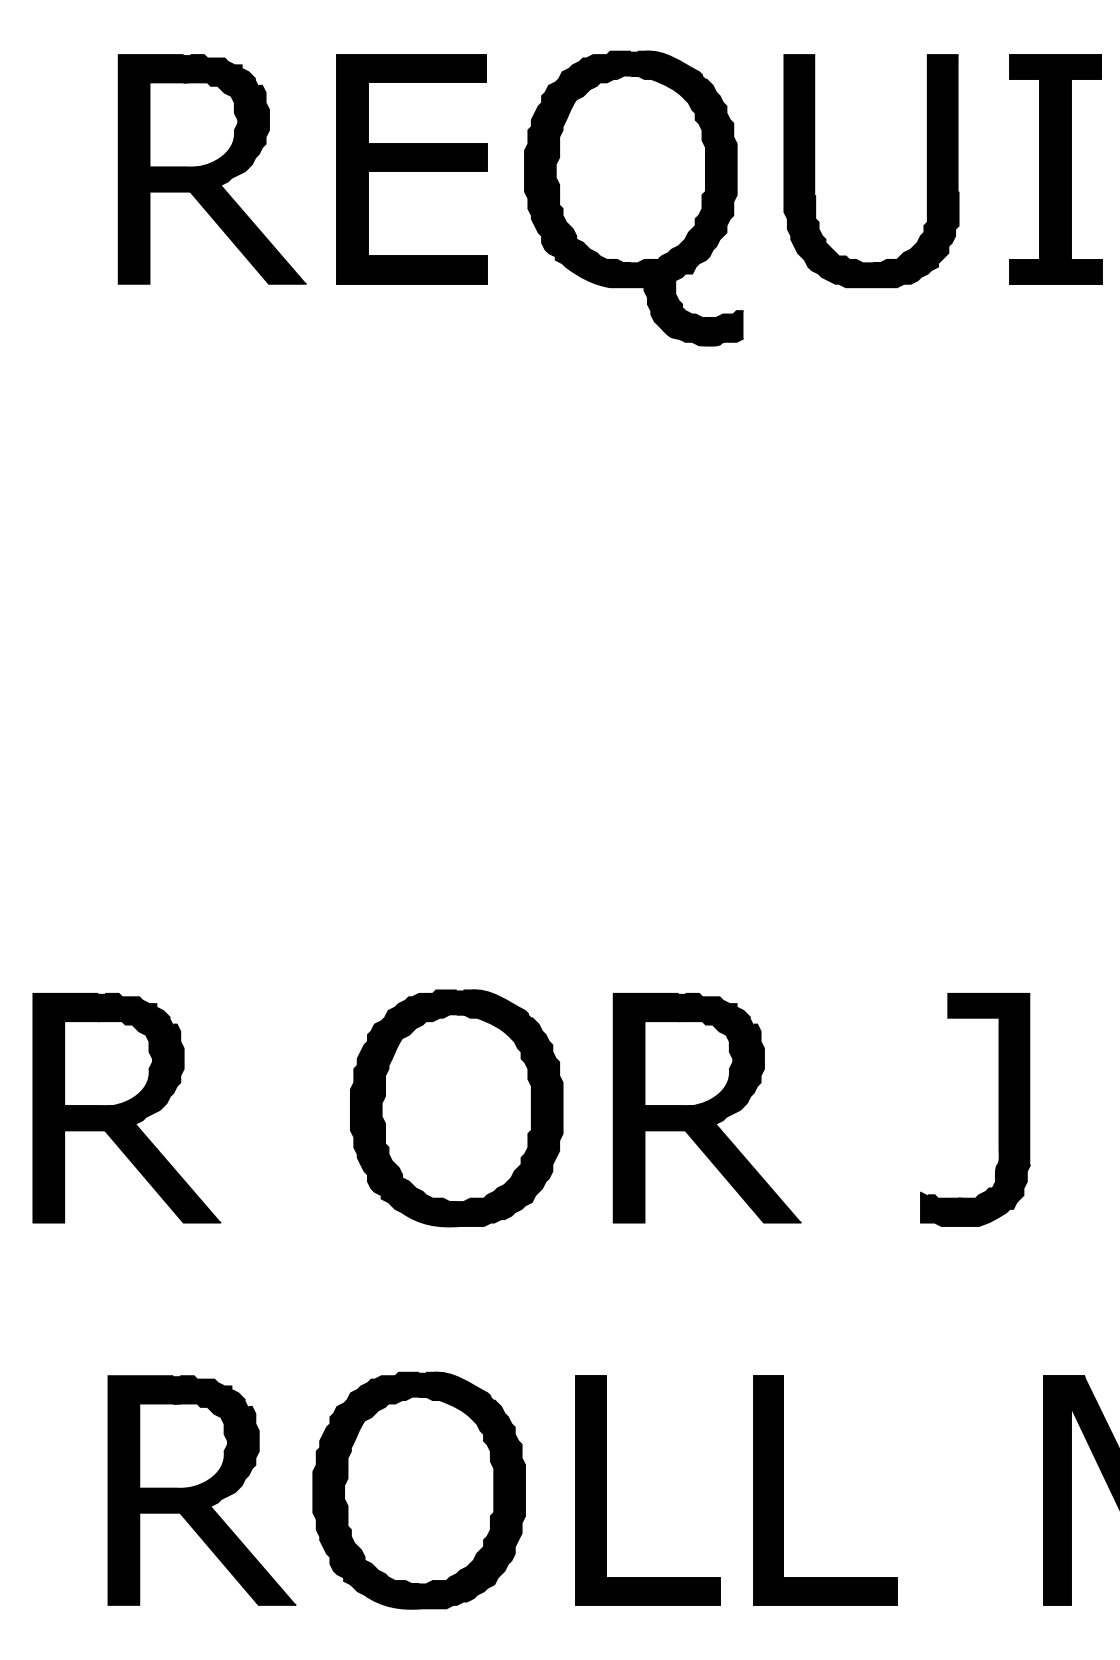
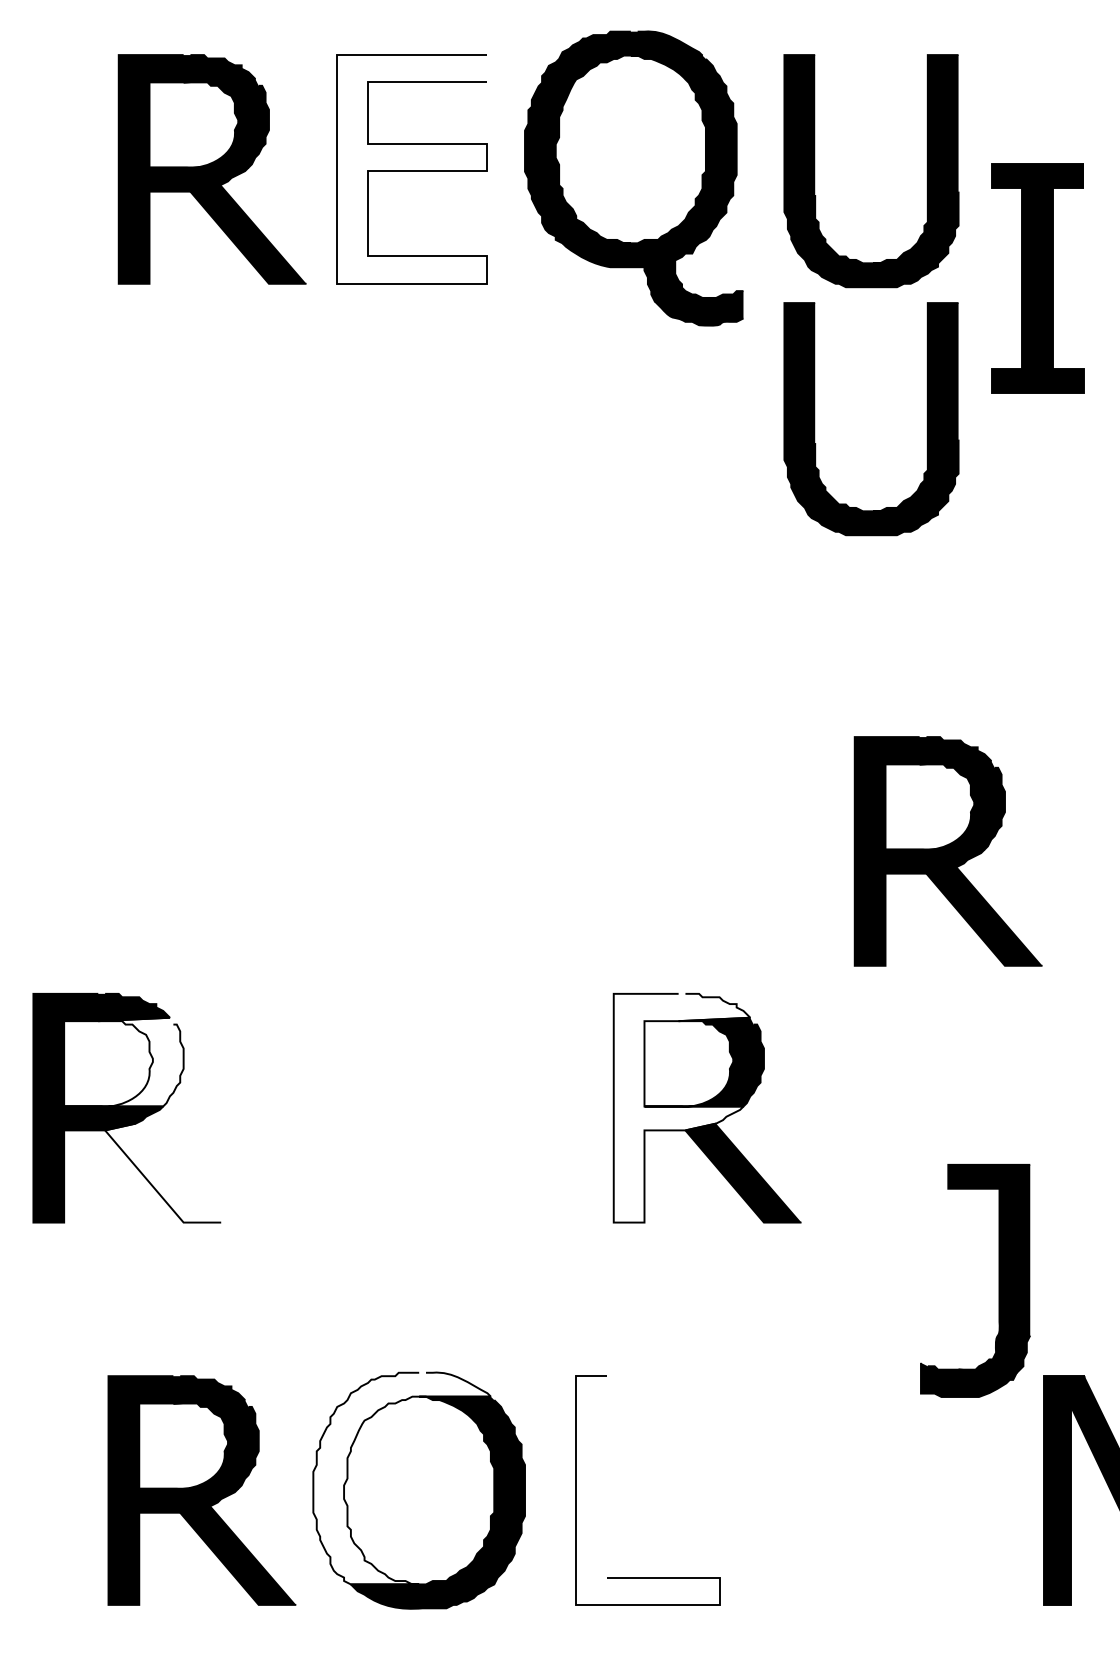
fill at (412, 169): present -> none
part at (1055, 169) position: (1055, 169) -> (1037, 278)
part at (633, 198) position: (633, 198) -> (633, 178)
part at (926, 419): none -> present
part at (947, 851): none -> present
fill at (123, 1061): present -> none
fill at (681, 1107): present -> none
part at (456, 1108): present -> none
part at (998, 1109) position: (998, 1109) -> (998, 1280)
fill at (163, 1172): present -> none
fill at (401, 1478): present -> none
fill at (647, 1490): present -> none
part at (783, 1490): present -> none
